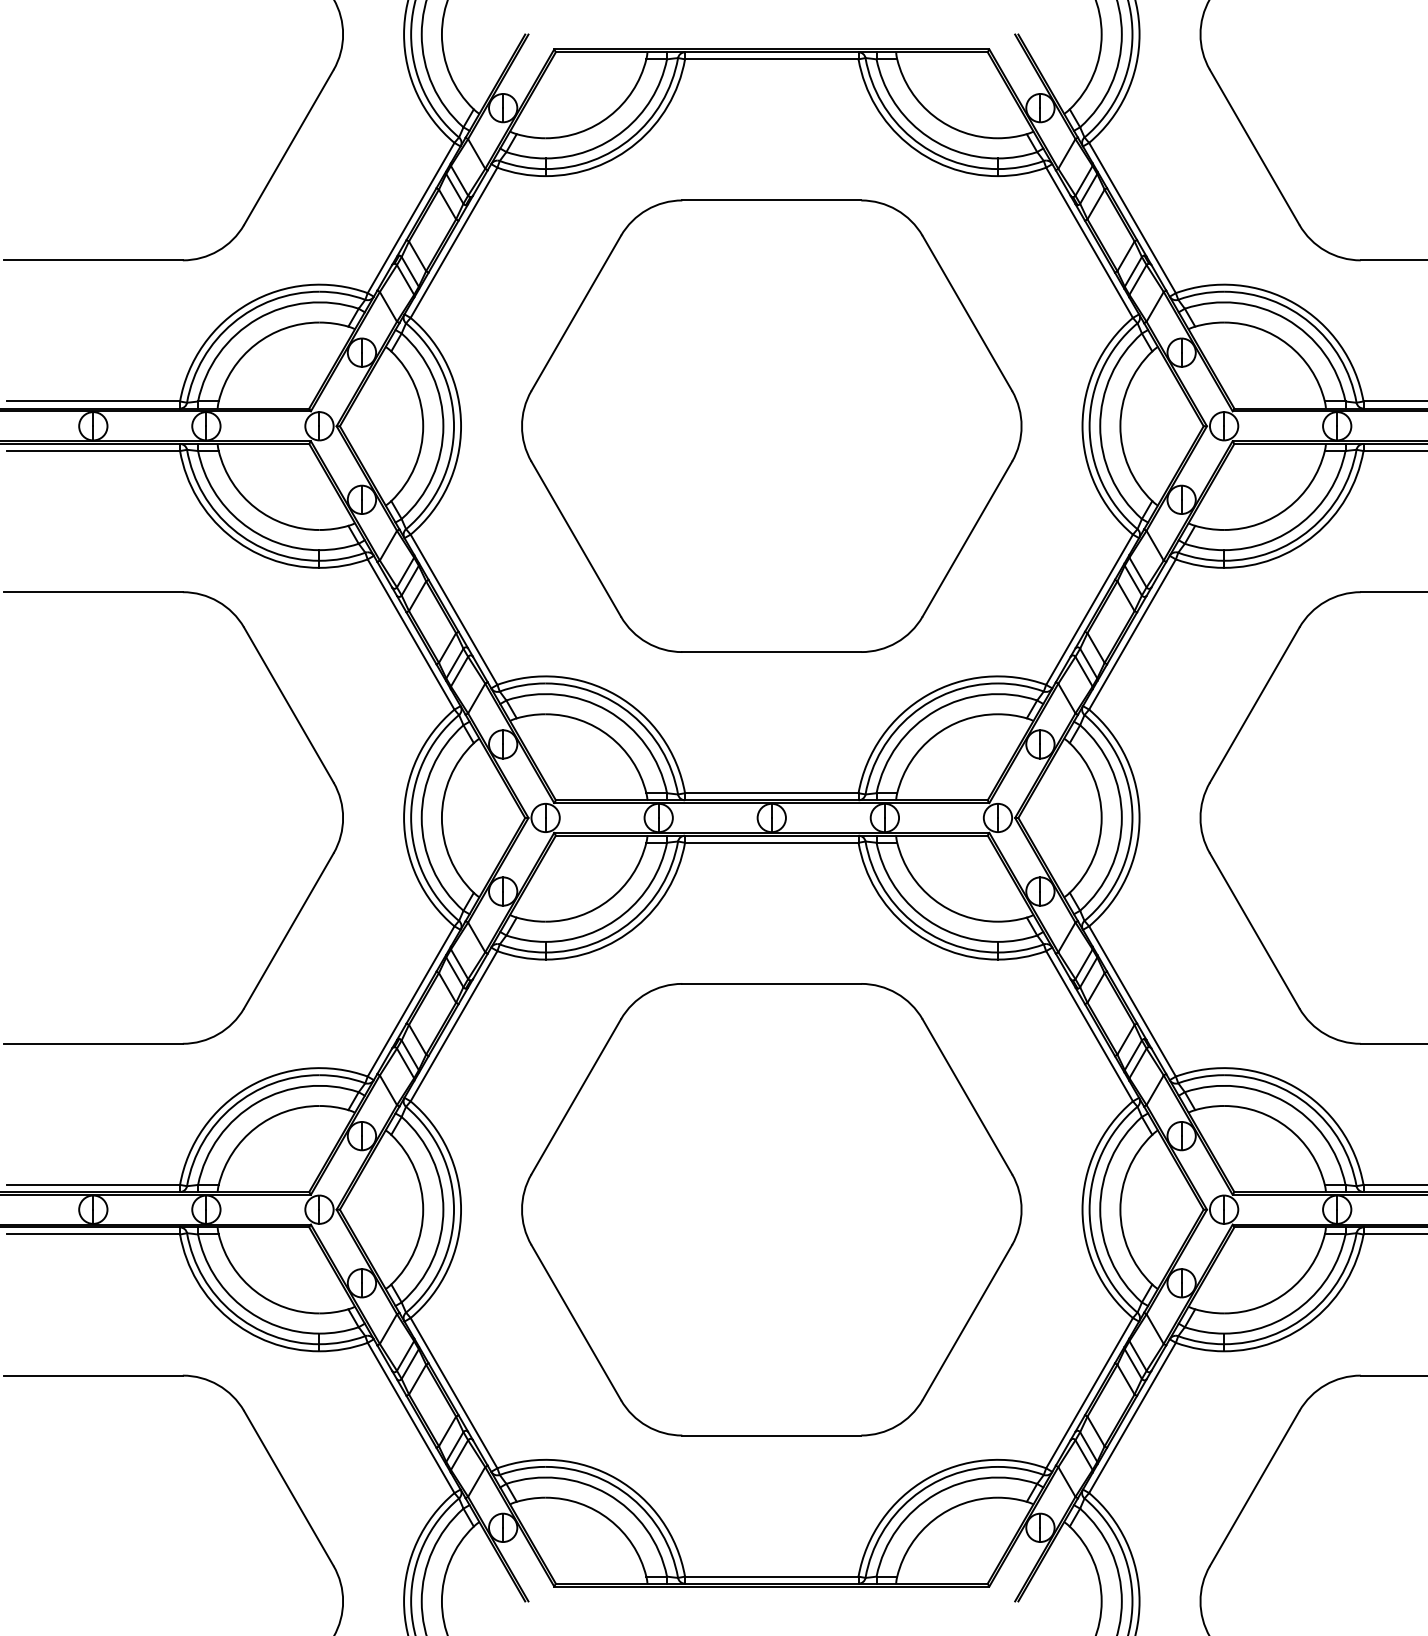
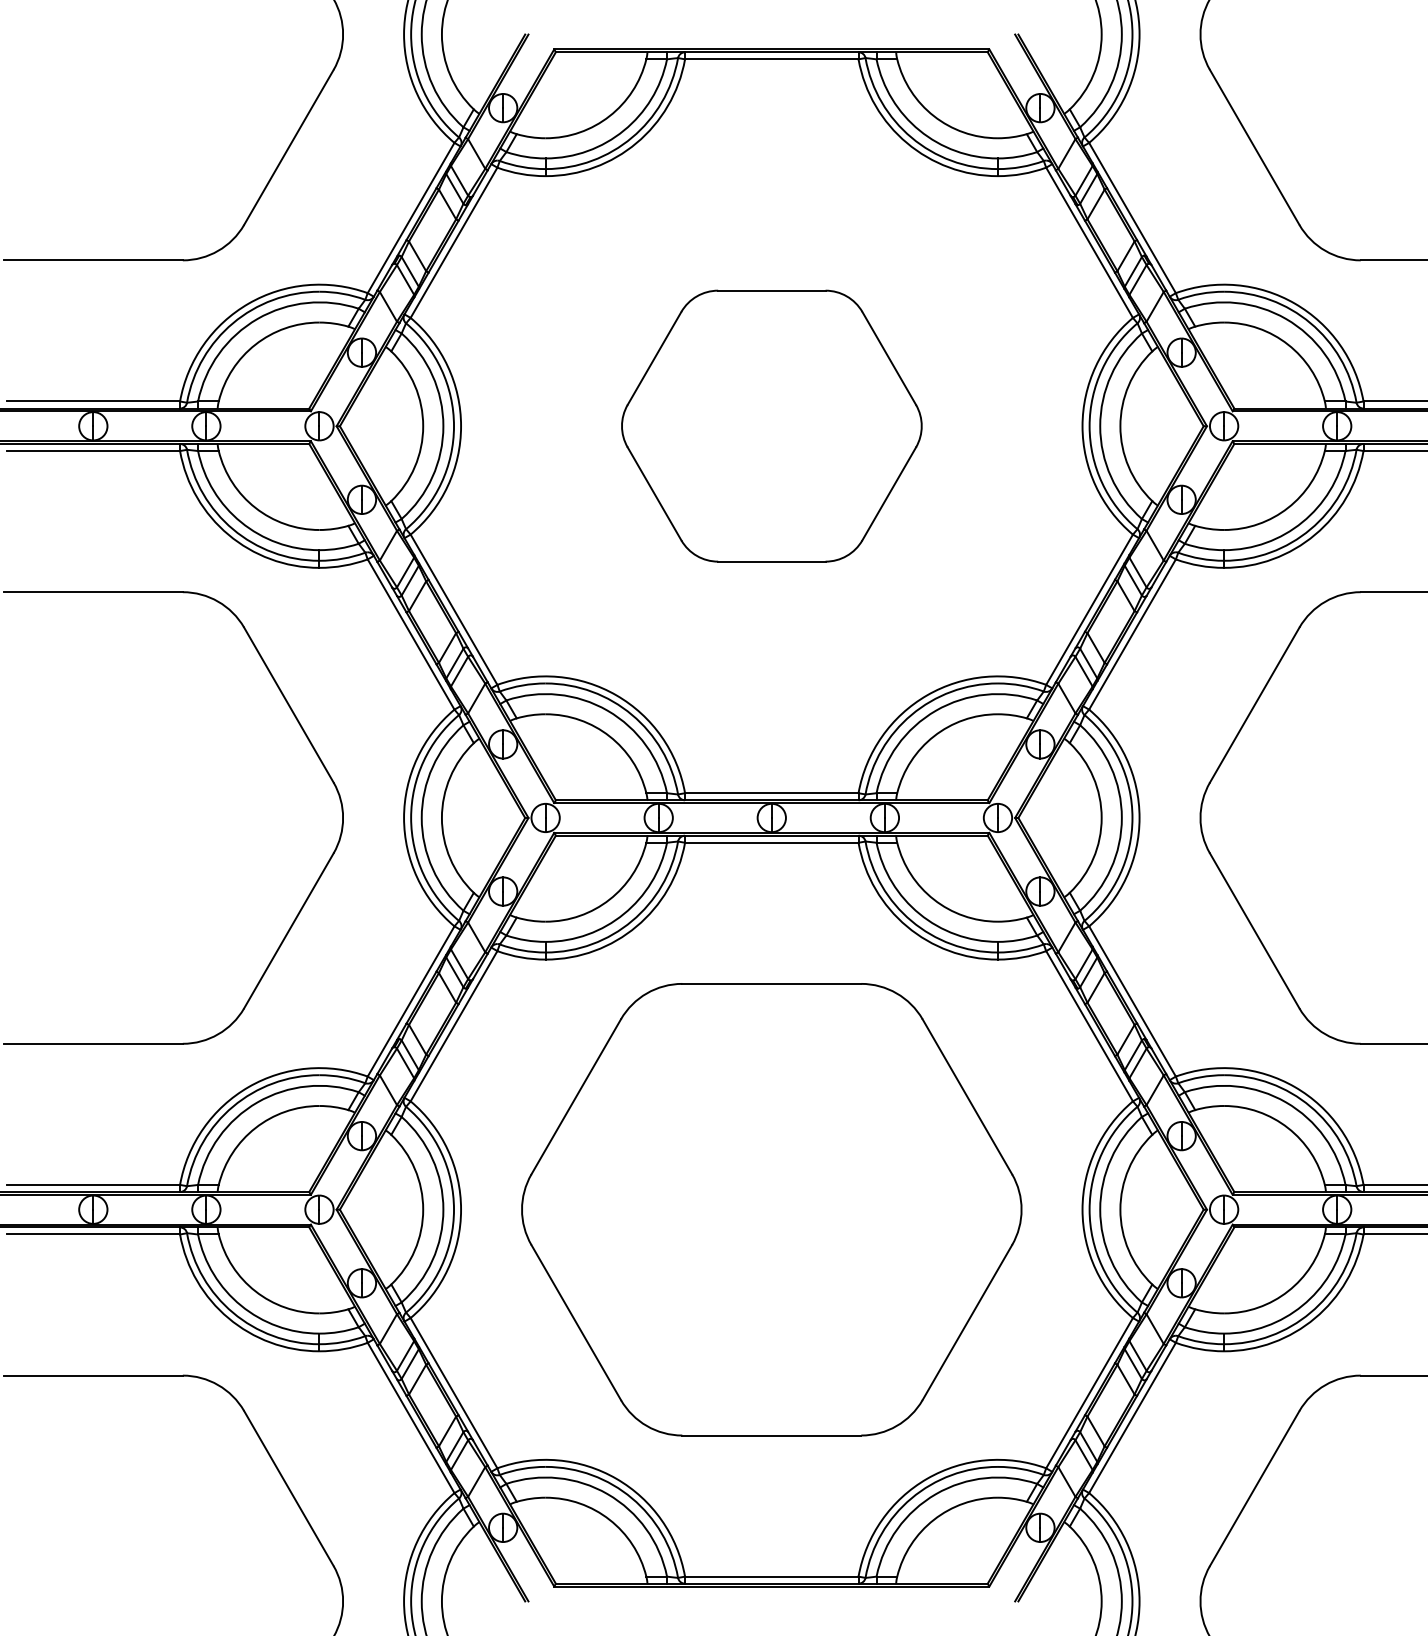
part at (771, 425) size: 502x454 px -> 302x274 px
